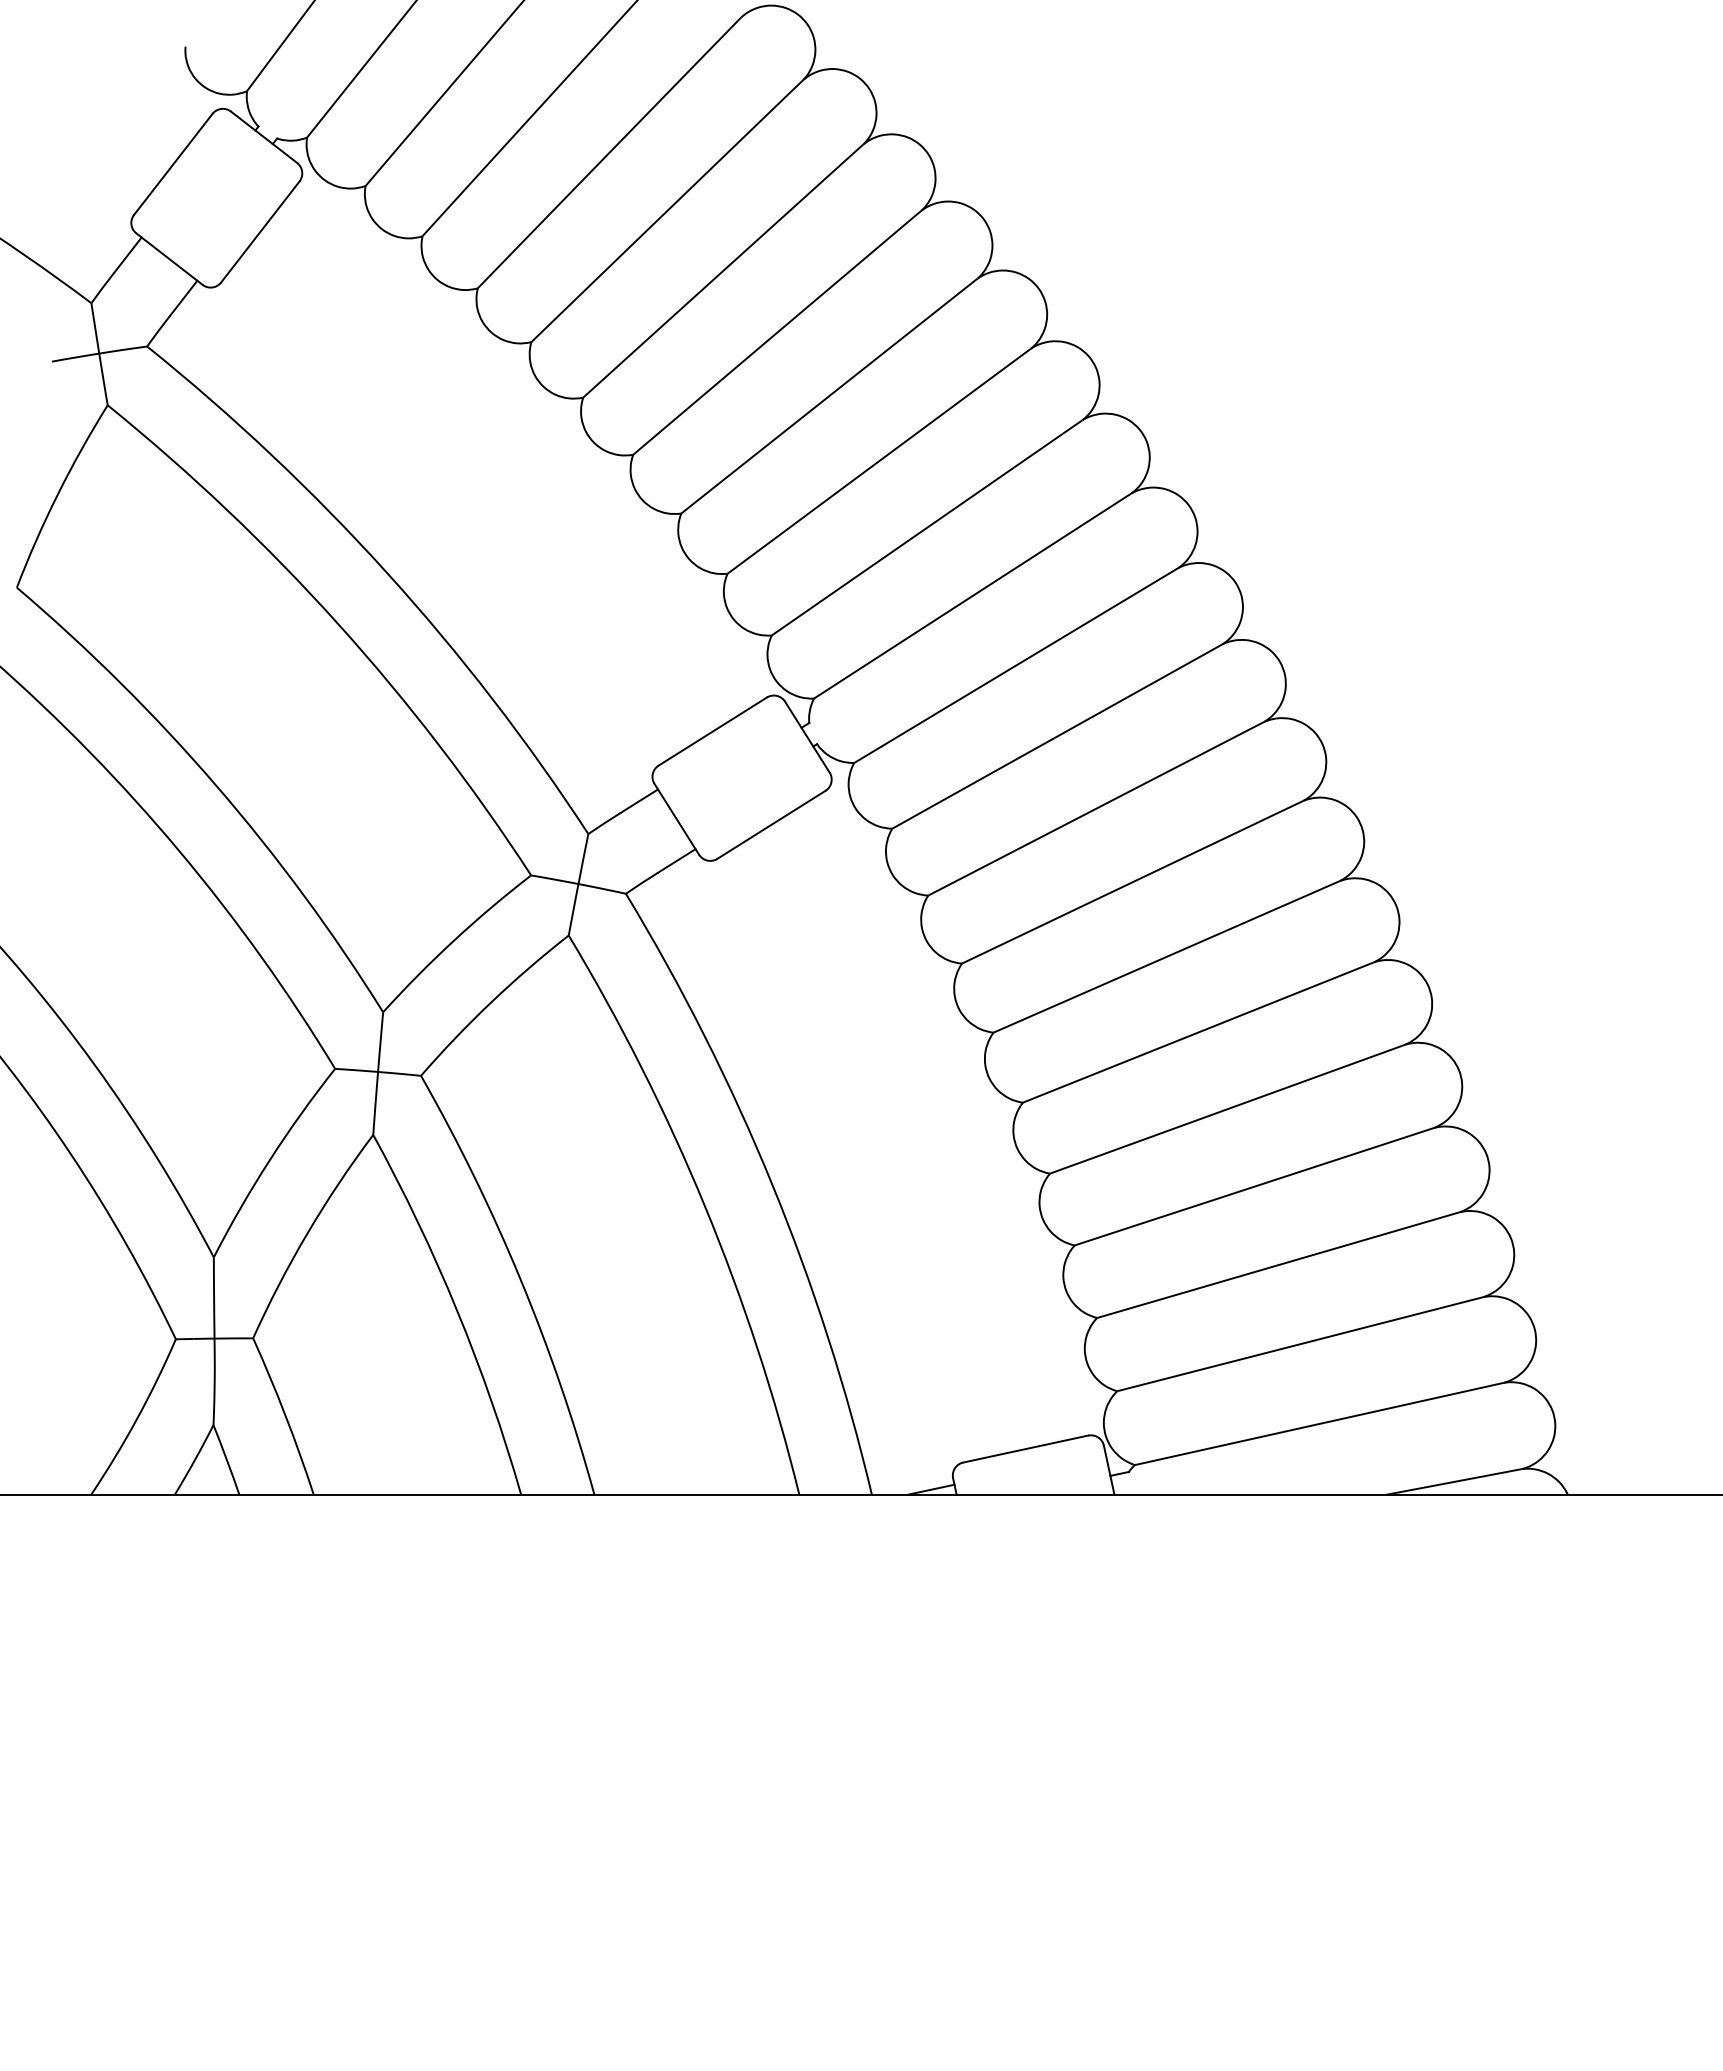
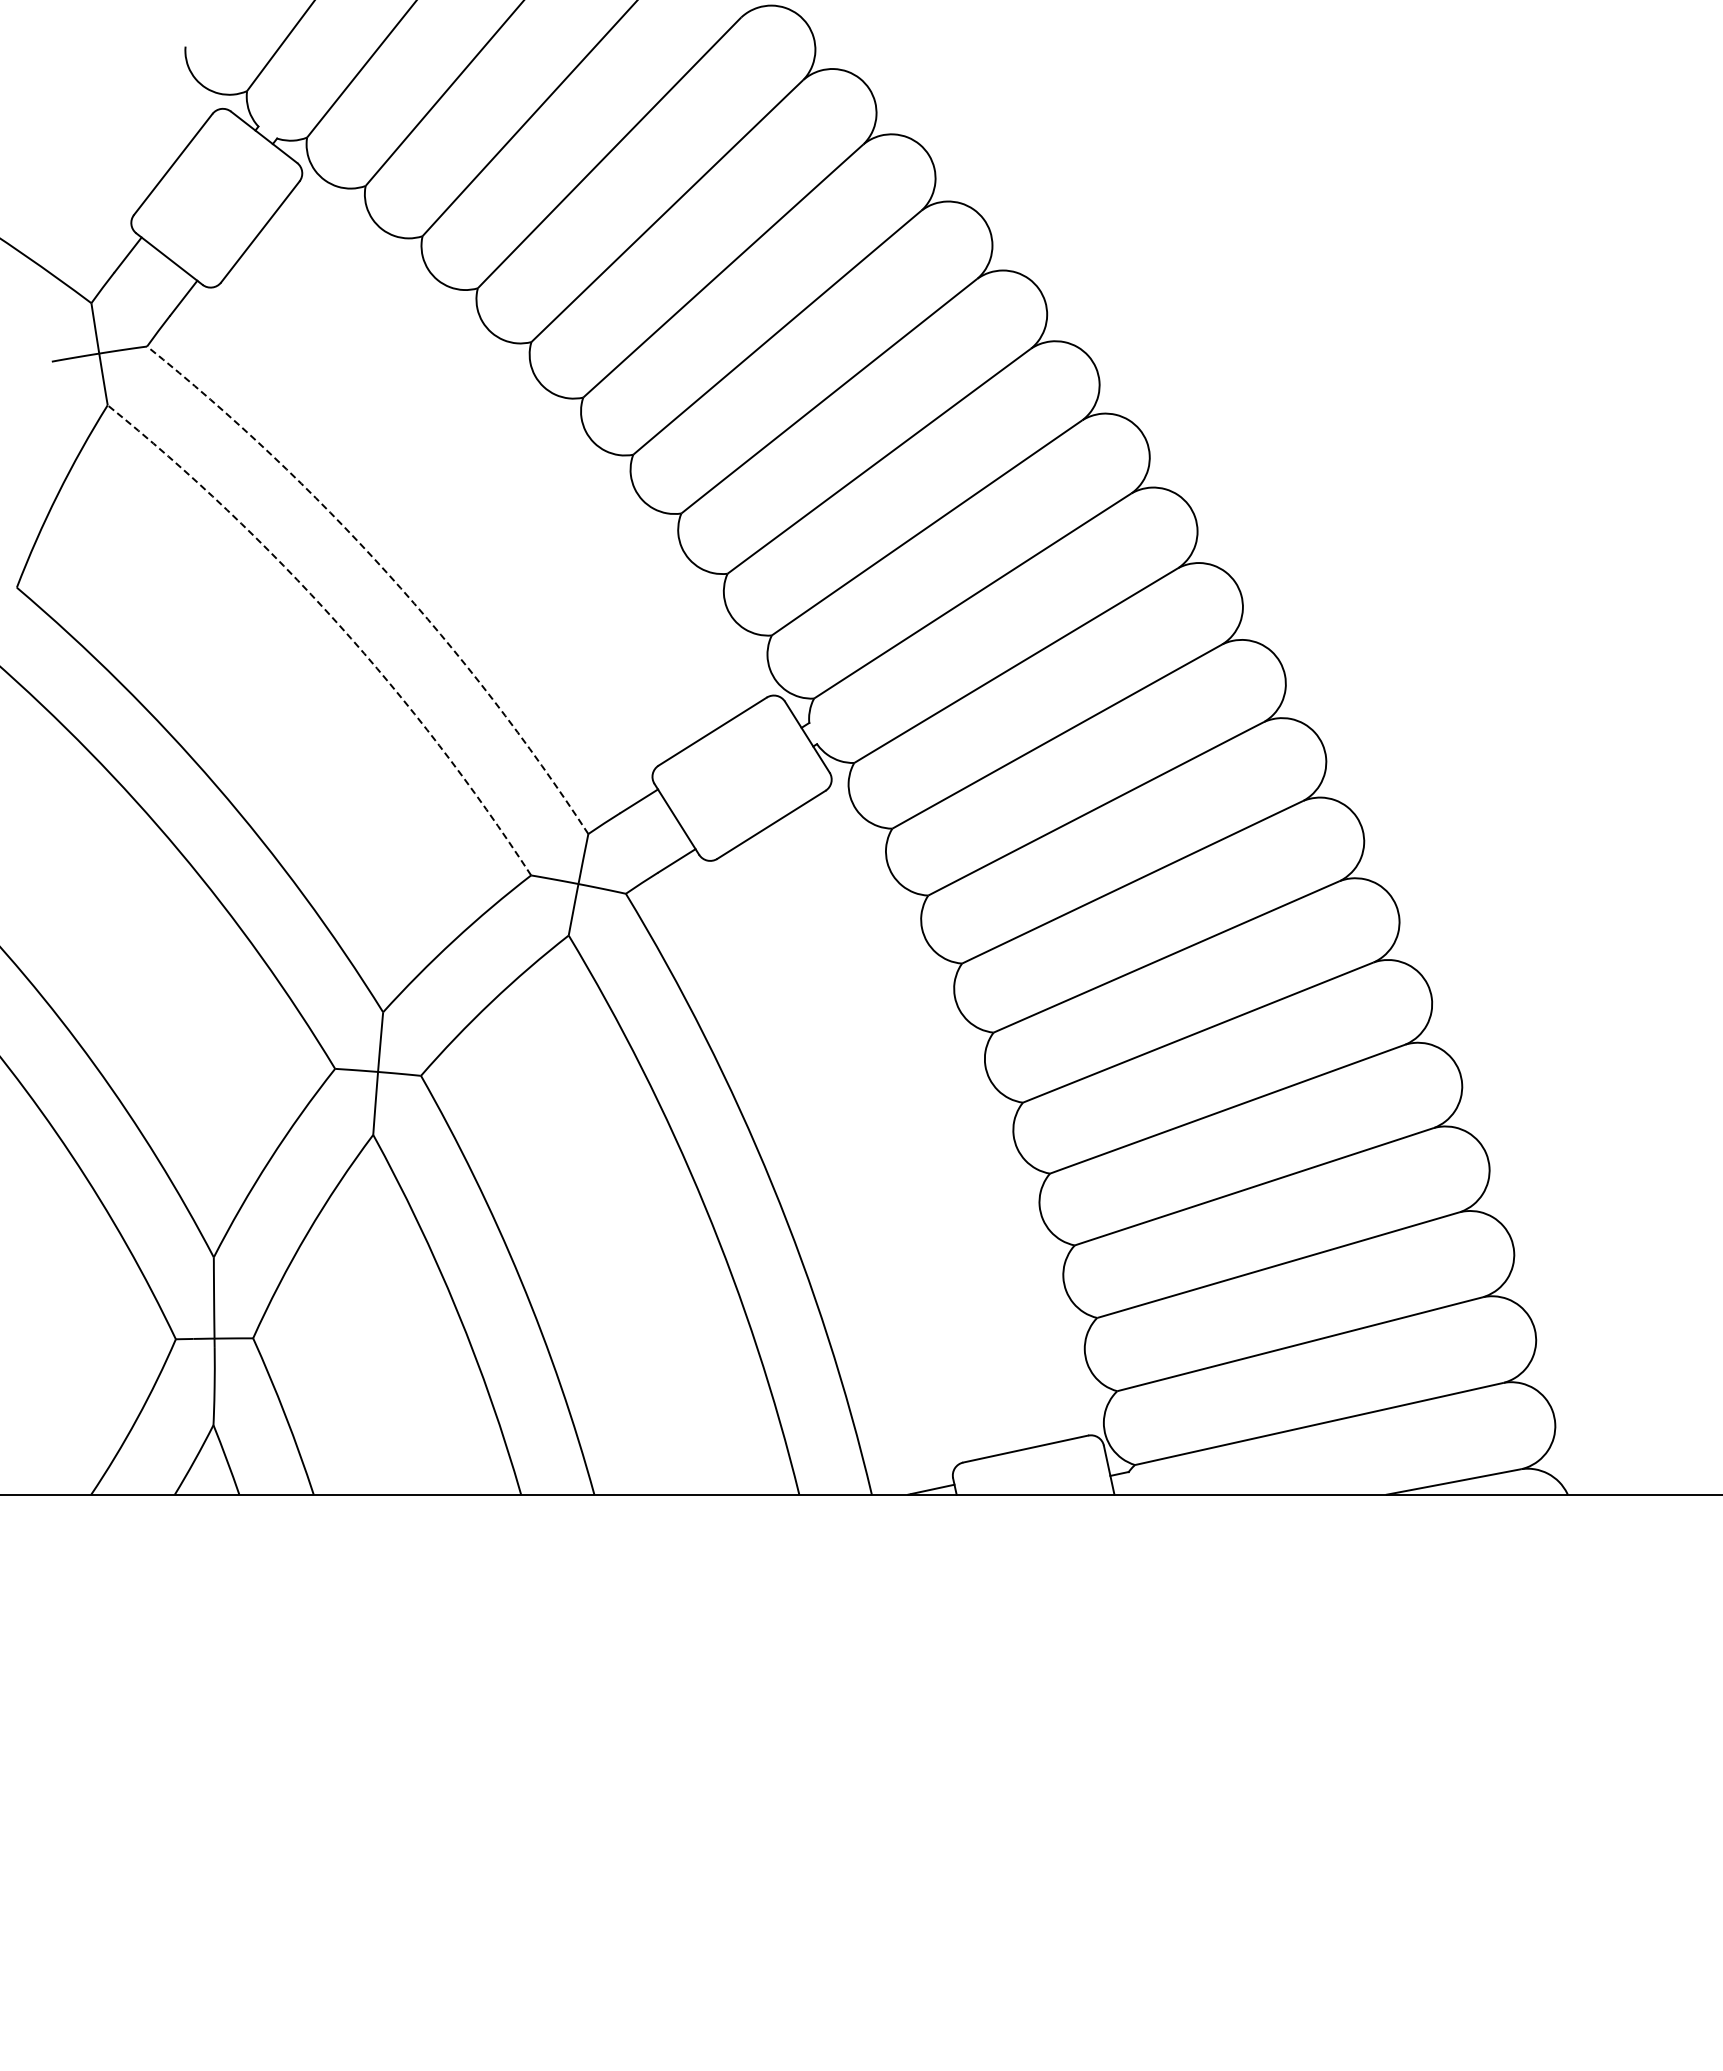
arc at (387, 572): solid -> dashed
arc at (337, 623): solid -> dashed
